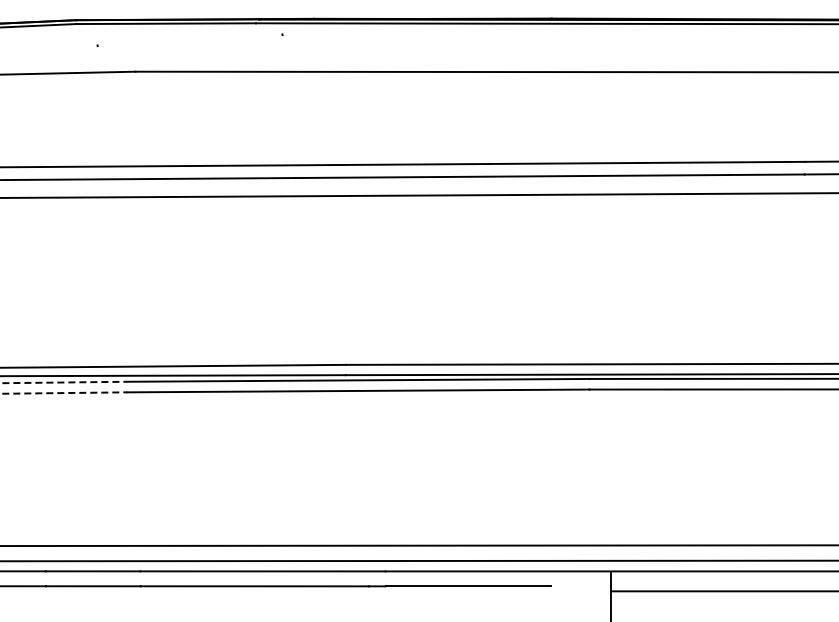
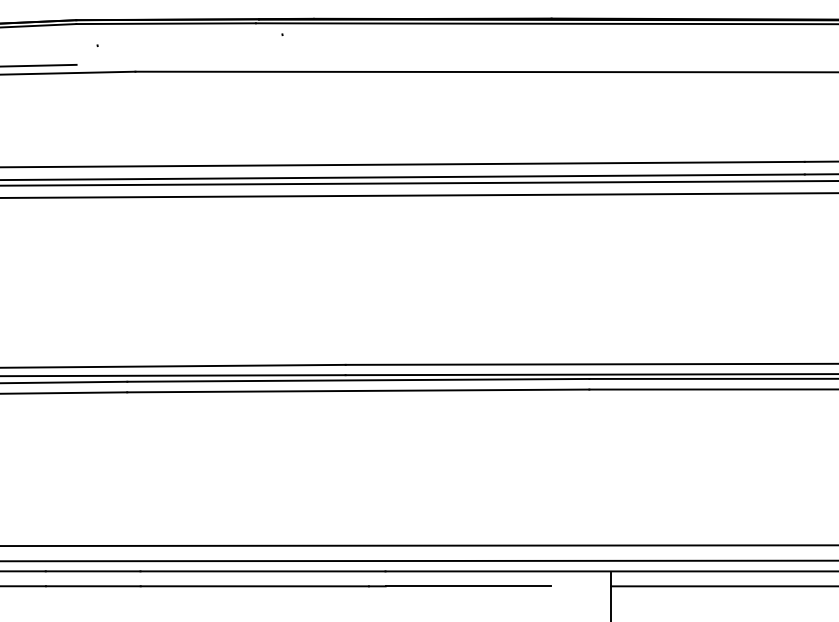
line at (39, 65): none -> present
line at (418, 183): none -> present
line at (64, 382): dashed -> solid
line at (64, 393): dashed -> solid
line at (723, 591) position: (723, 591) -> (723, 586)
